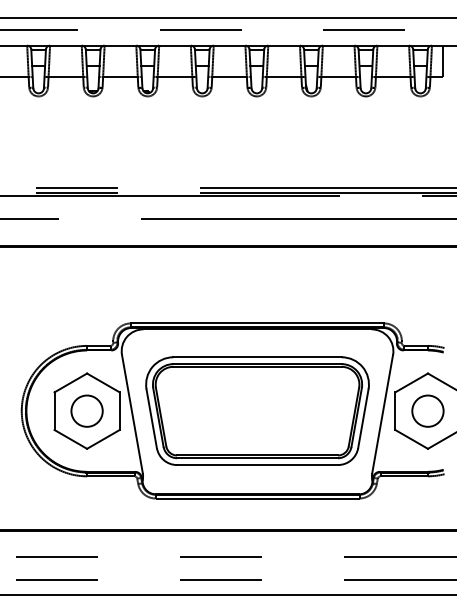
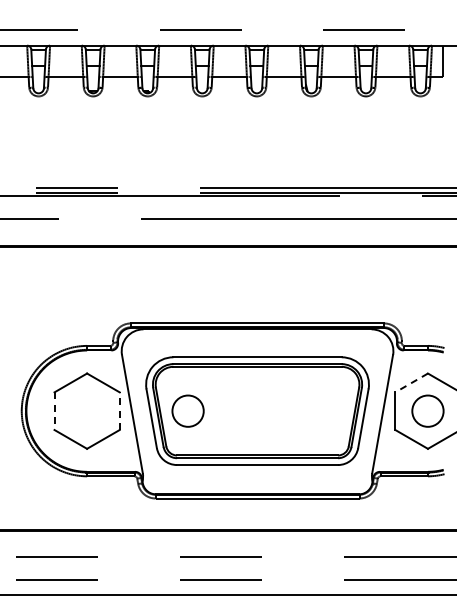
line at (227, 18): present -> none
line at (411, 382): solid -> dashed
circle at (86, 410) position: (86, 410) -> (187, 410)
line at (54, 411): solid -> dashed
line at (119, 411): solid -> dashed
